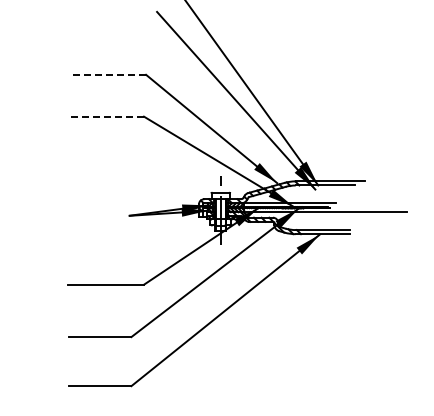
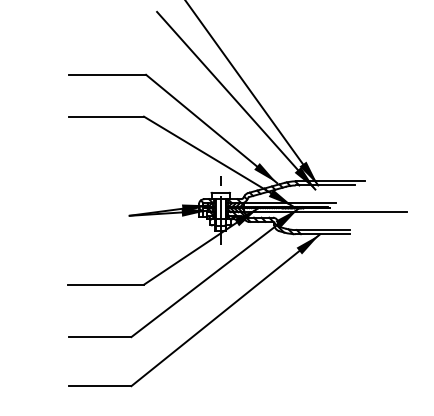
line at (107, 74): dashed -> solid
line at (106, 116): dashed -> solid
